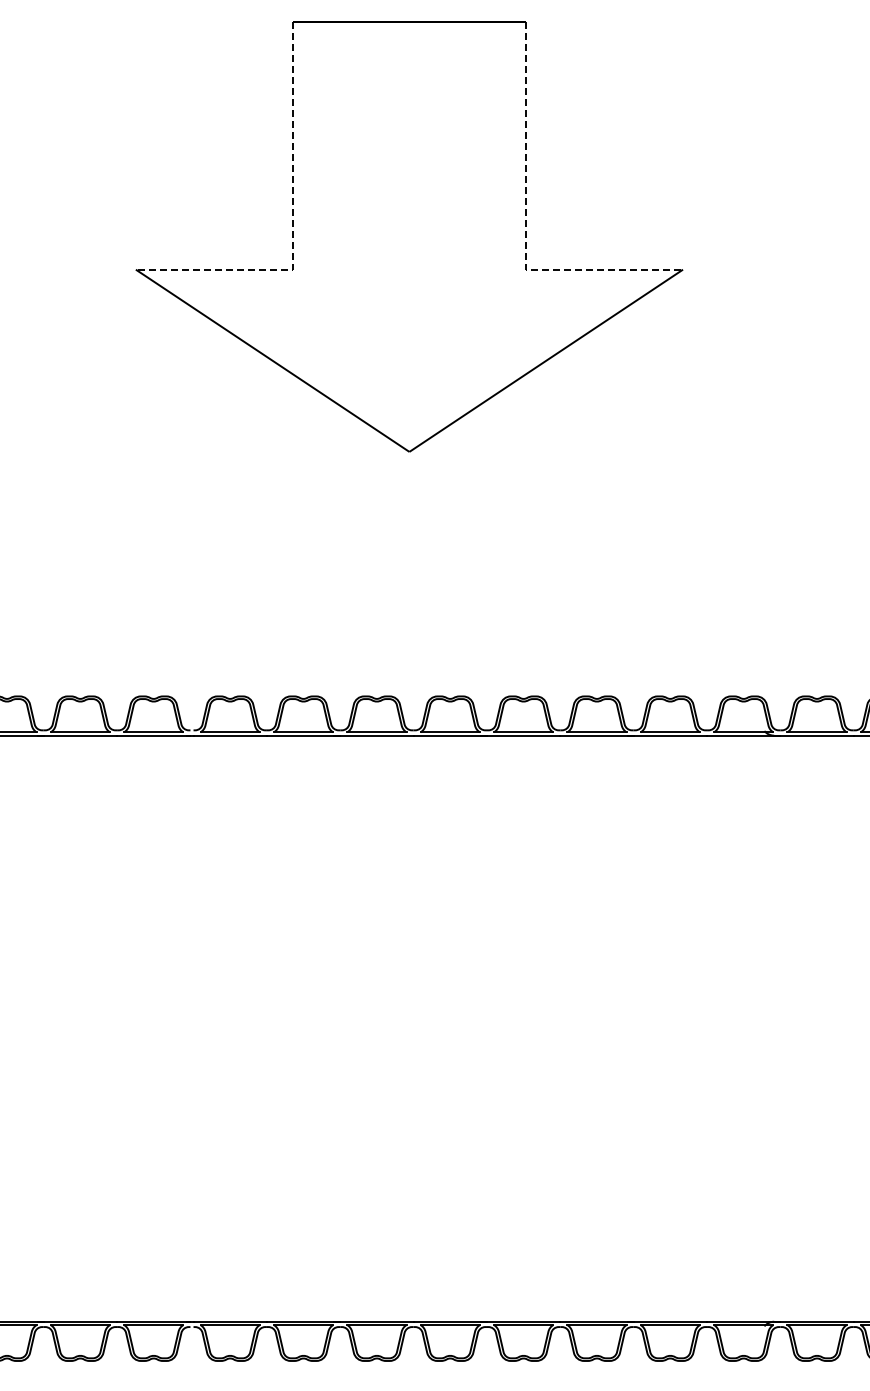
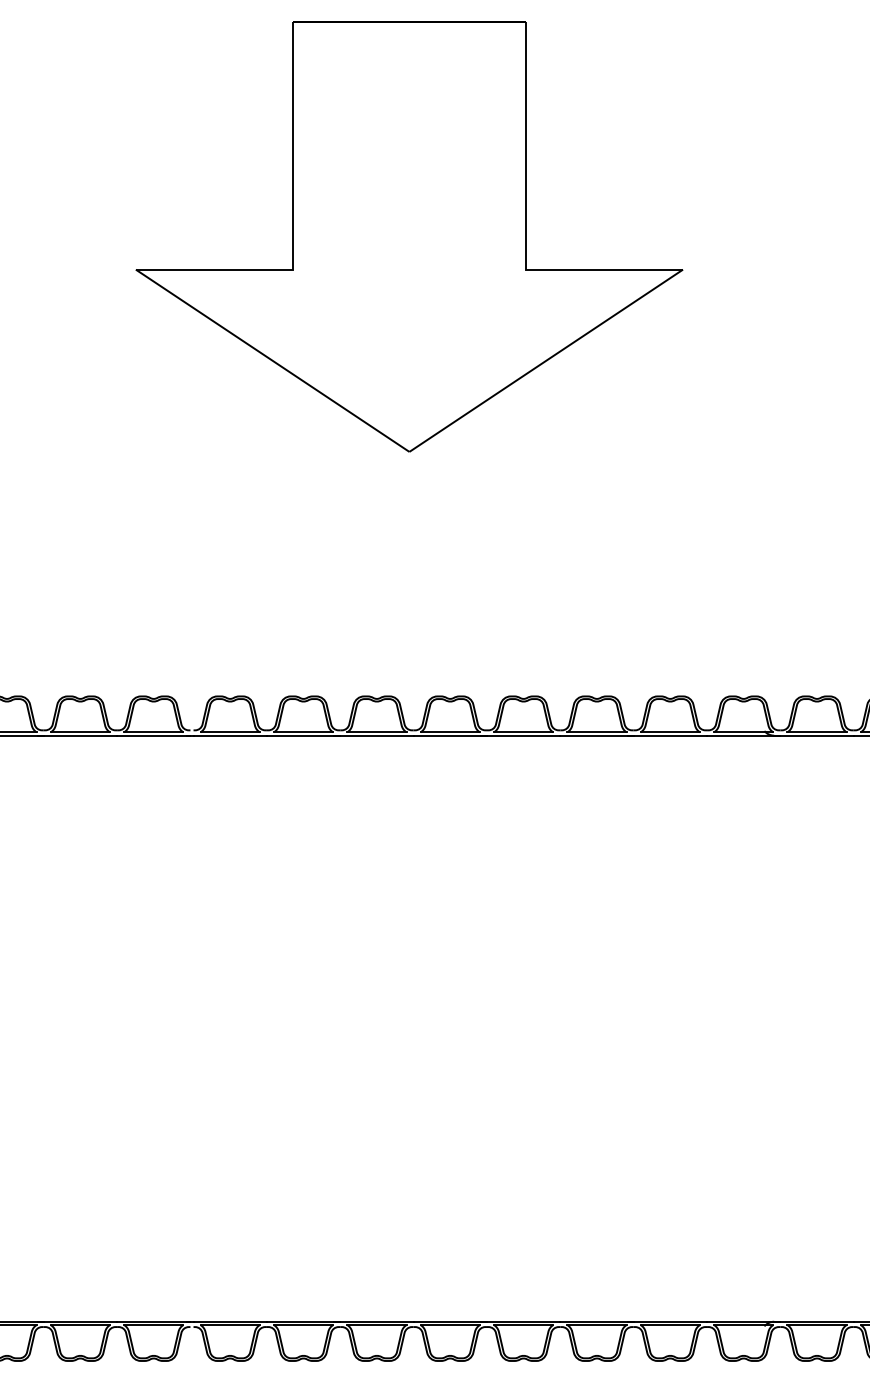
line at (292, 224): dashed -> solid
line at (525, 224): dashed -> solid
